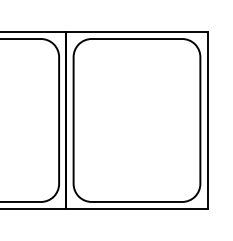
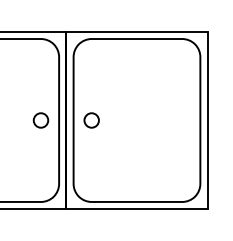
circle at (40, 120): none -> present
circle at (91, 120): none -> present
